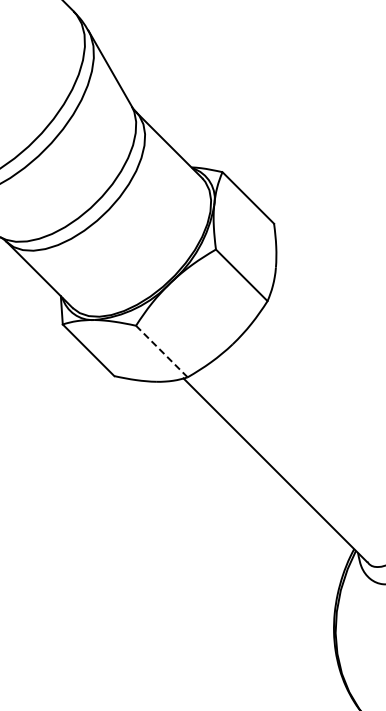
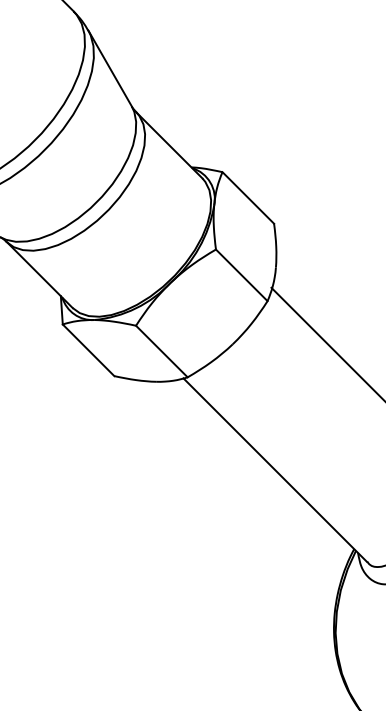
line at (326, 343): none -> present
line at (162, 351): dashed -> solid
